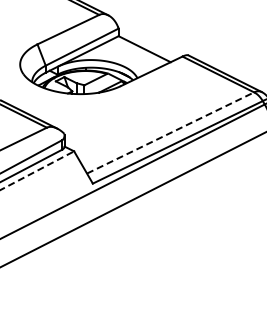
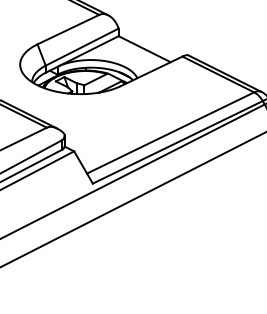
line at (170, 132): dashed -> solid
line at (37, 170): dashed -> solid
